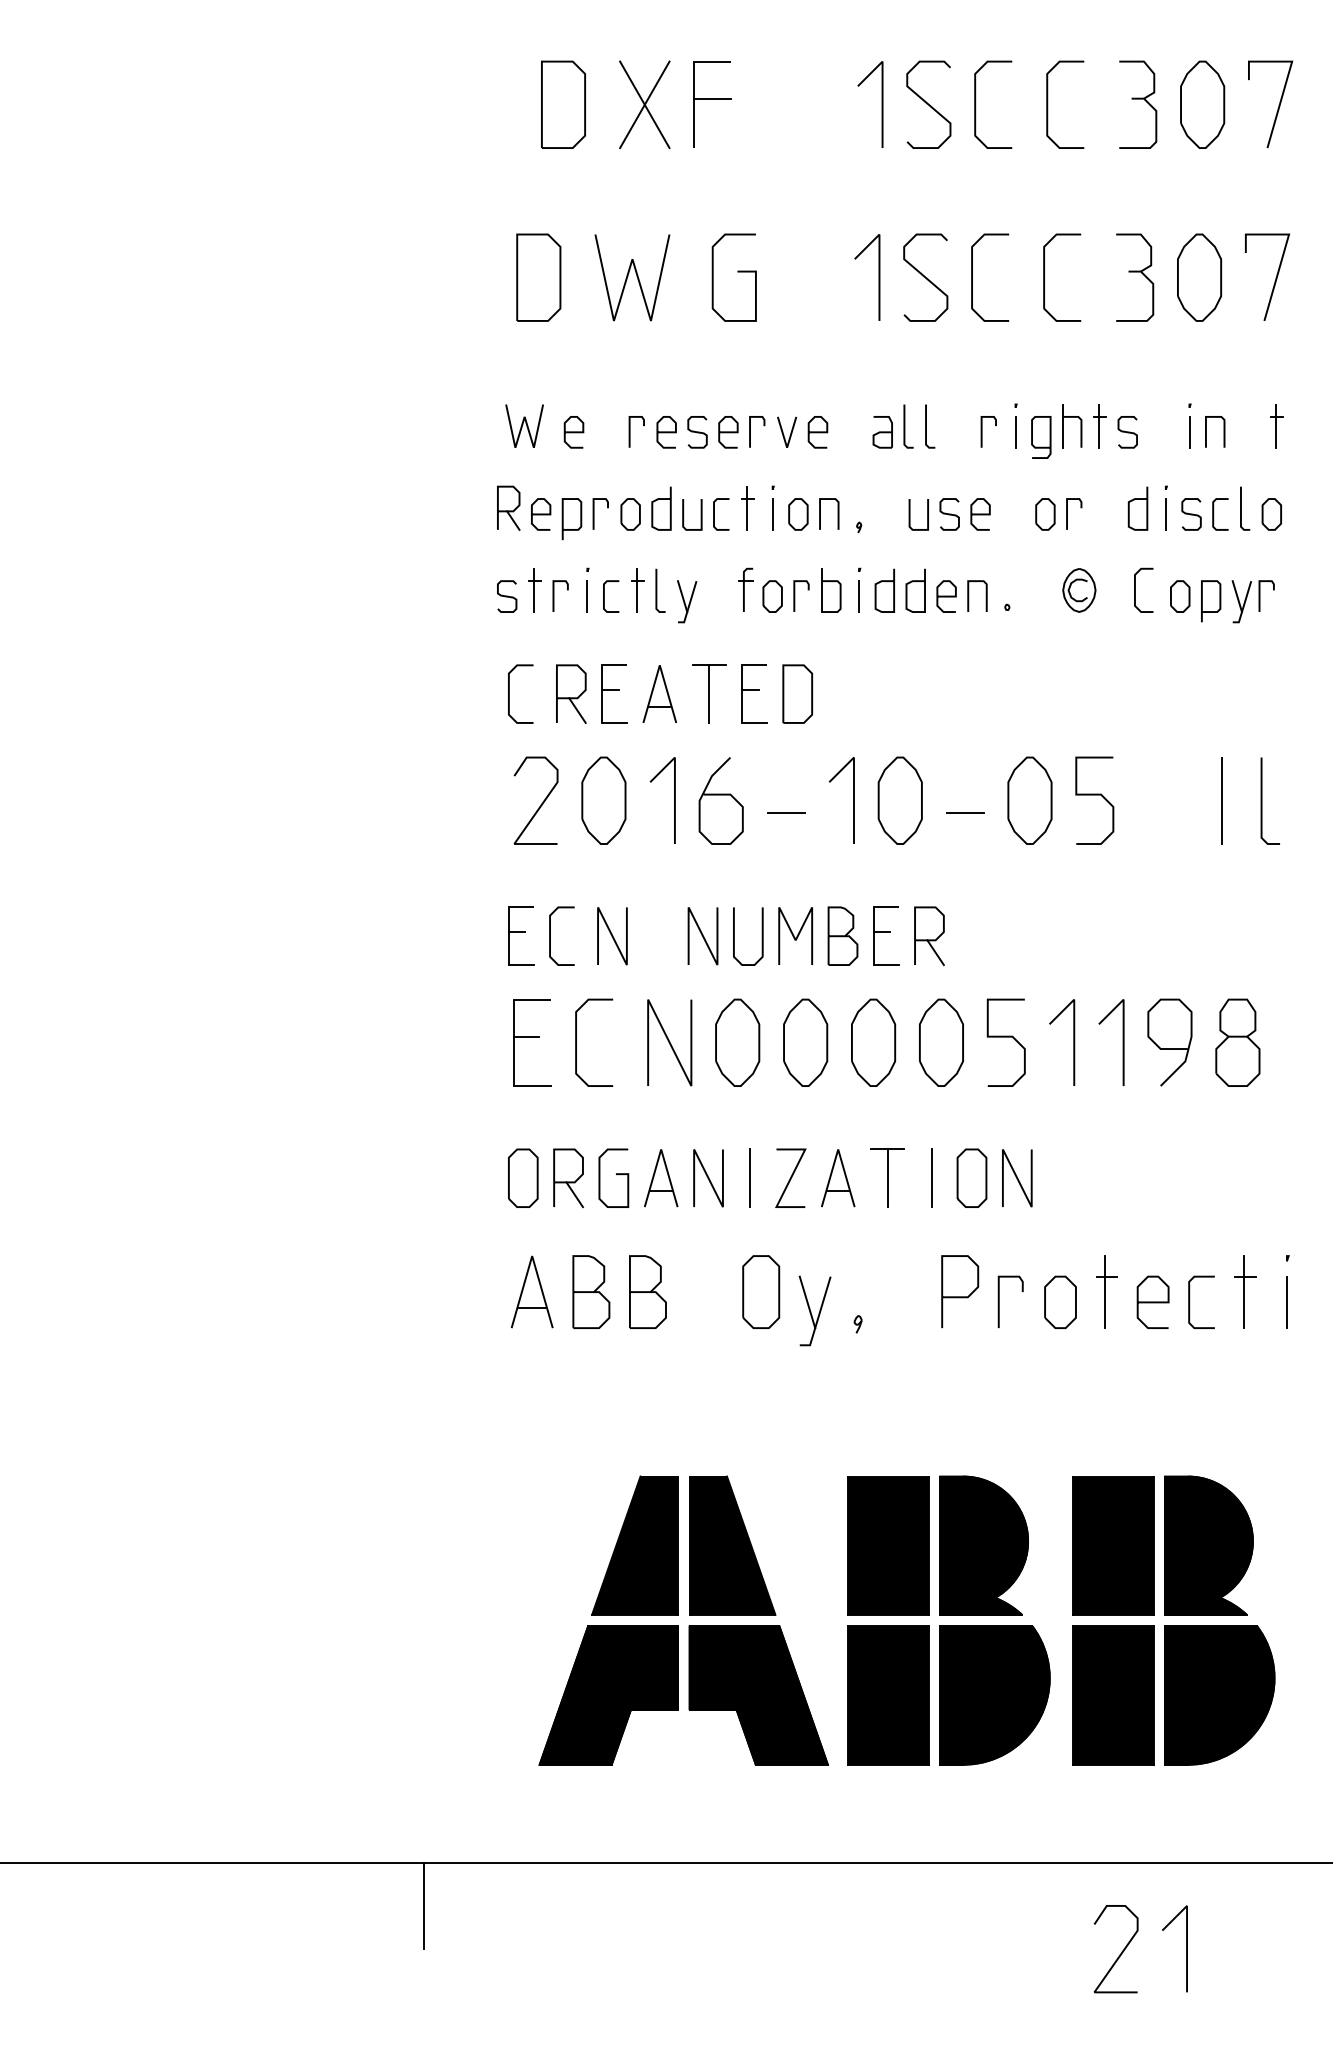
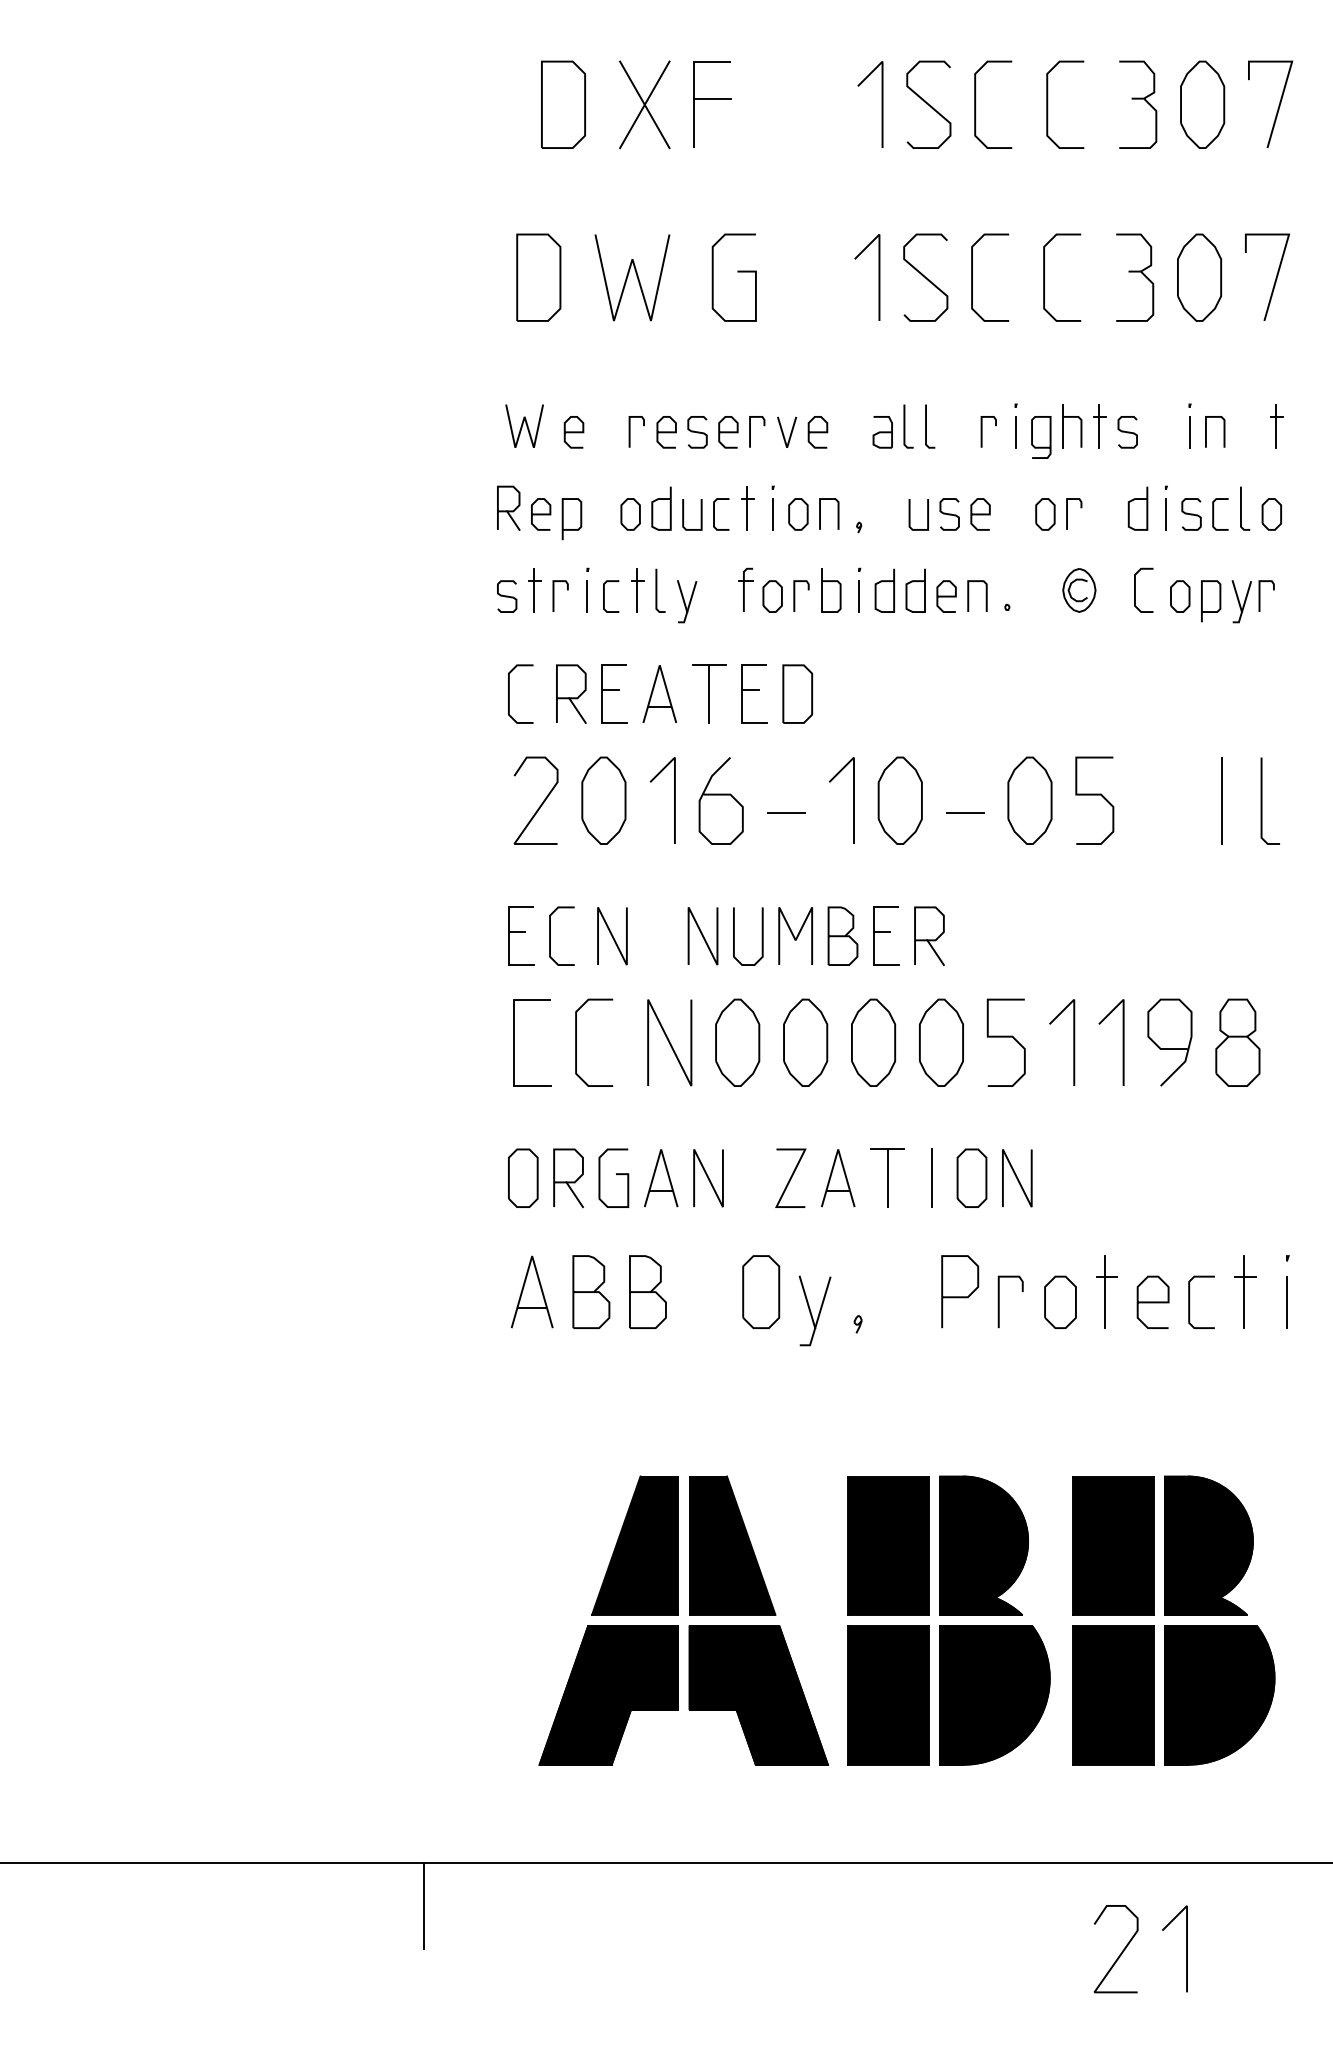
line at (594, 513): present -> none
line at (526, 1036): present -> none
line at (750, 1178): present -> none
